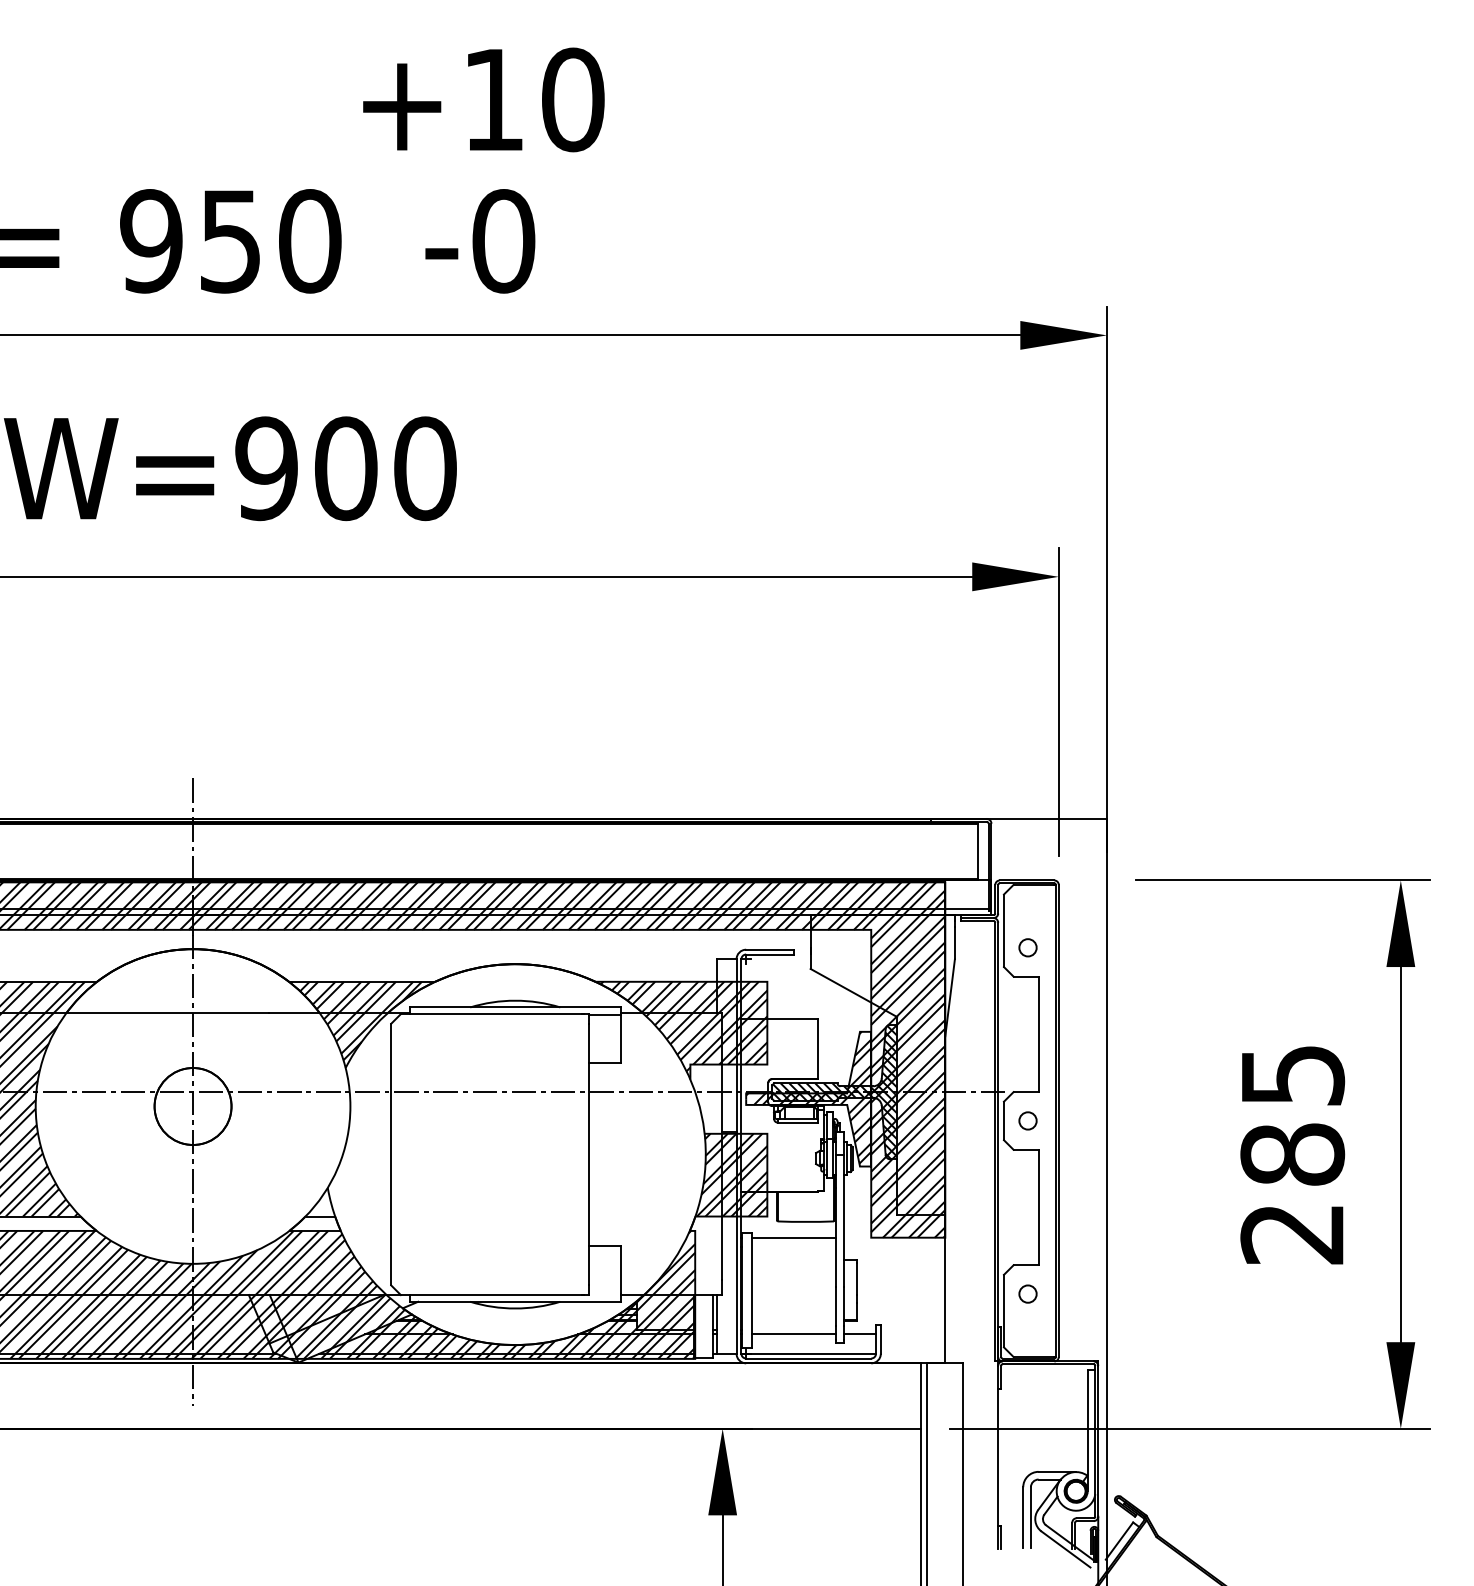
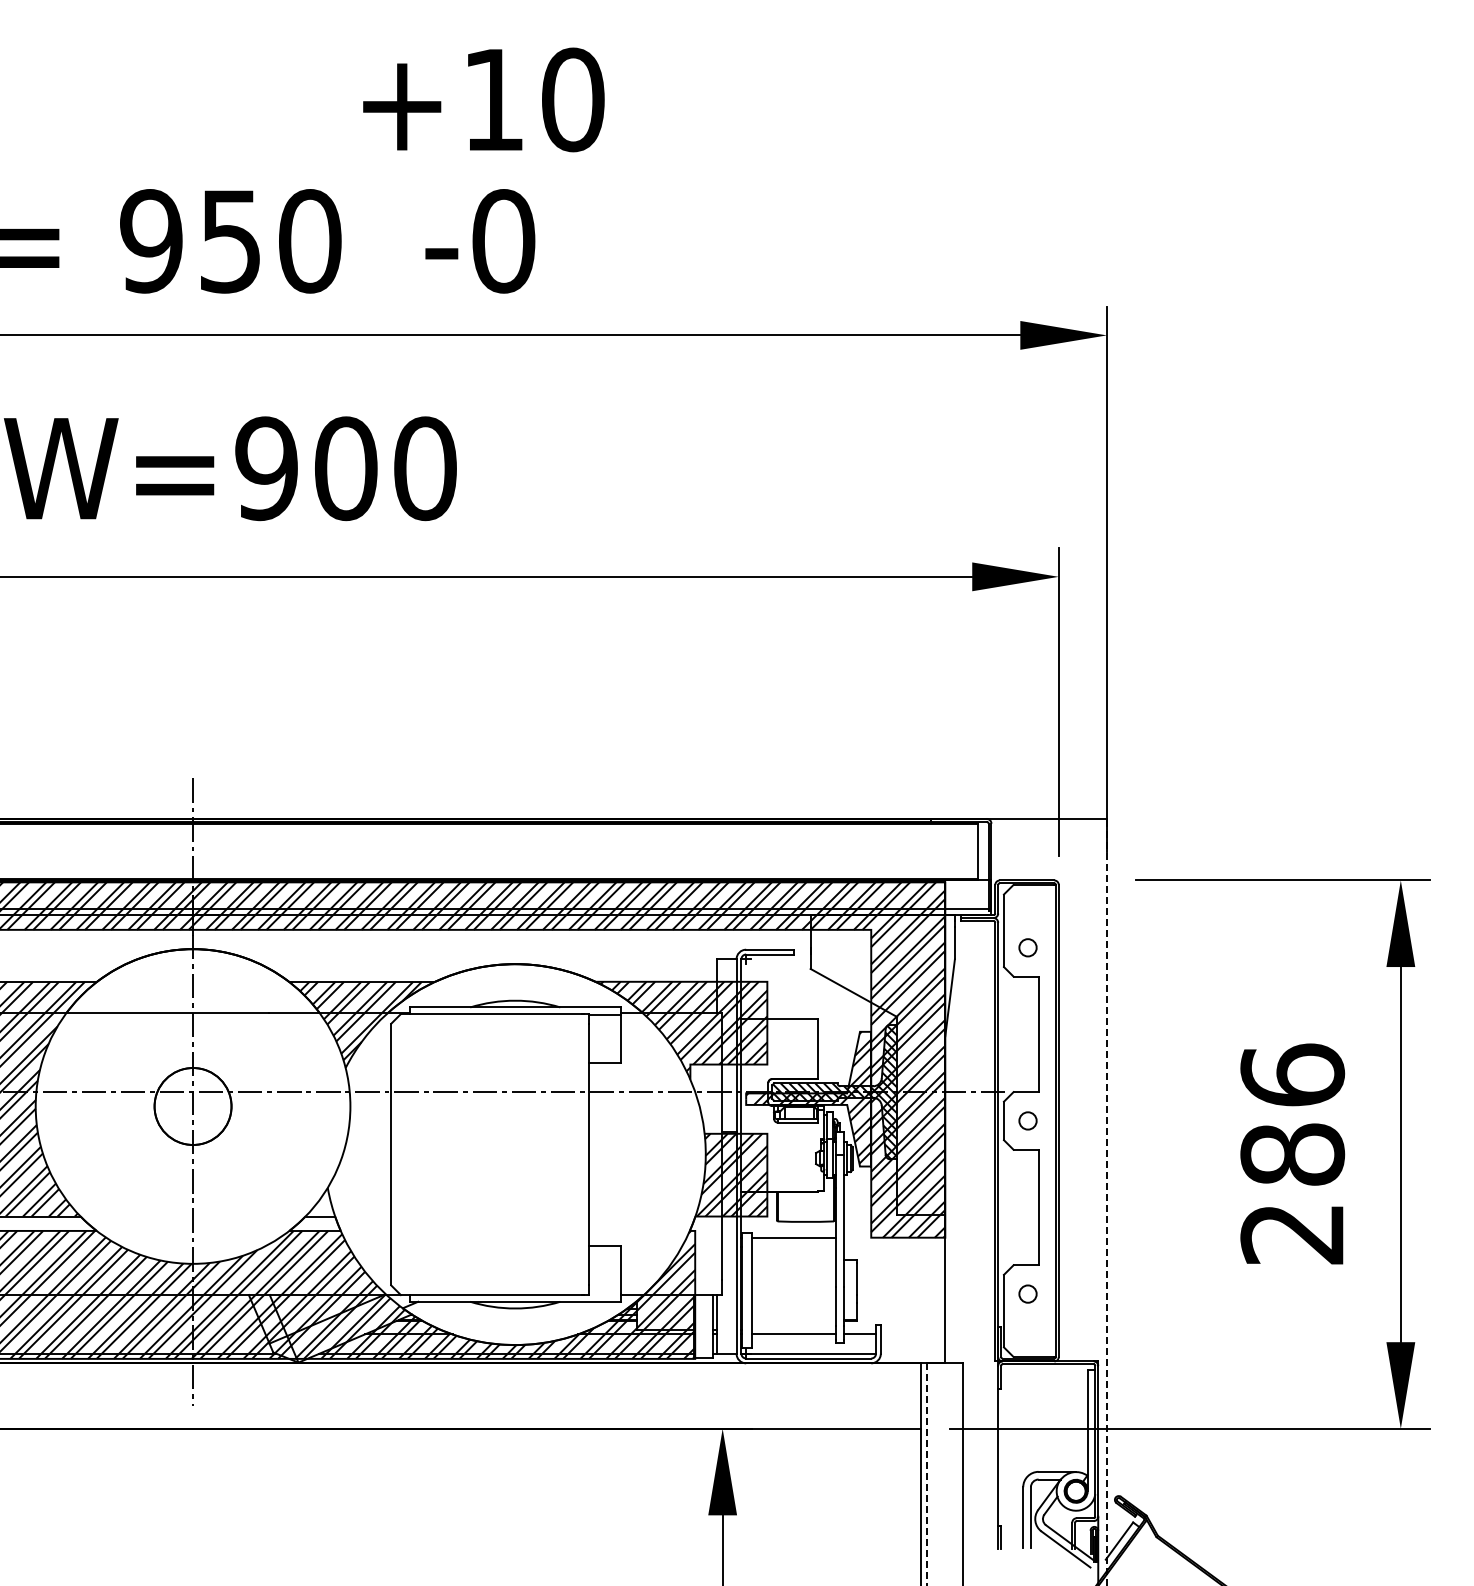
text at (1292, 1074): 285 -> 286
line at (1106, 1201): solid -> dashed
line at (927, 1474): solid -> dashed
